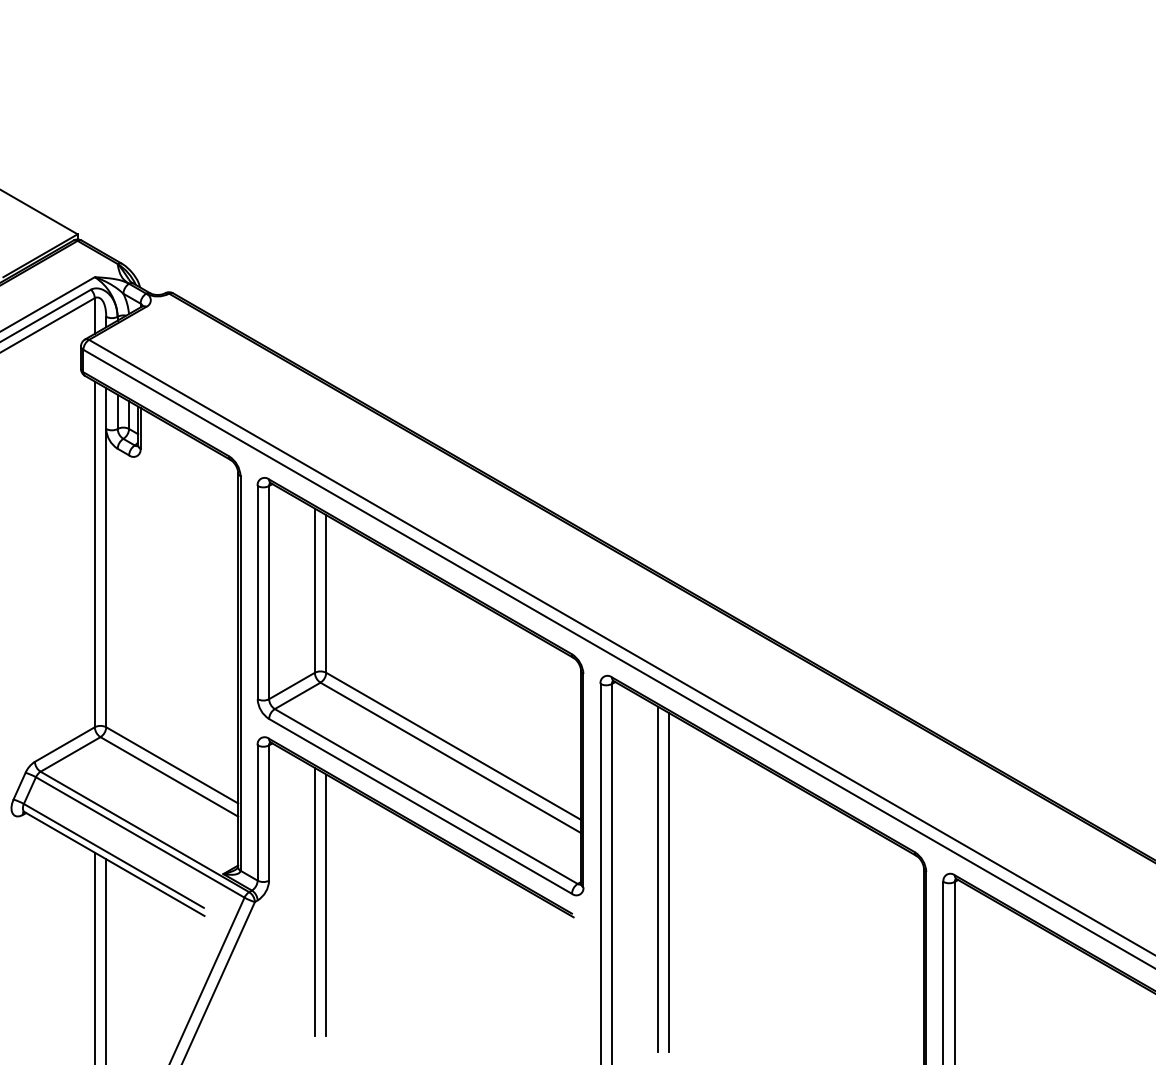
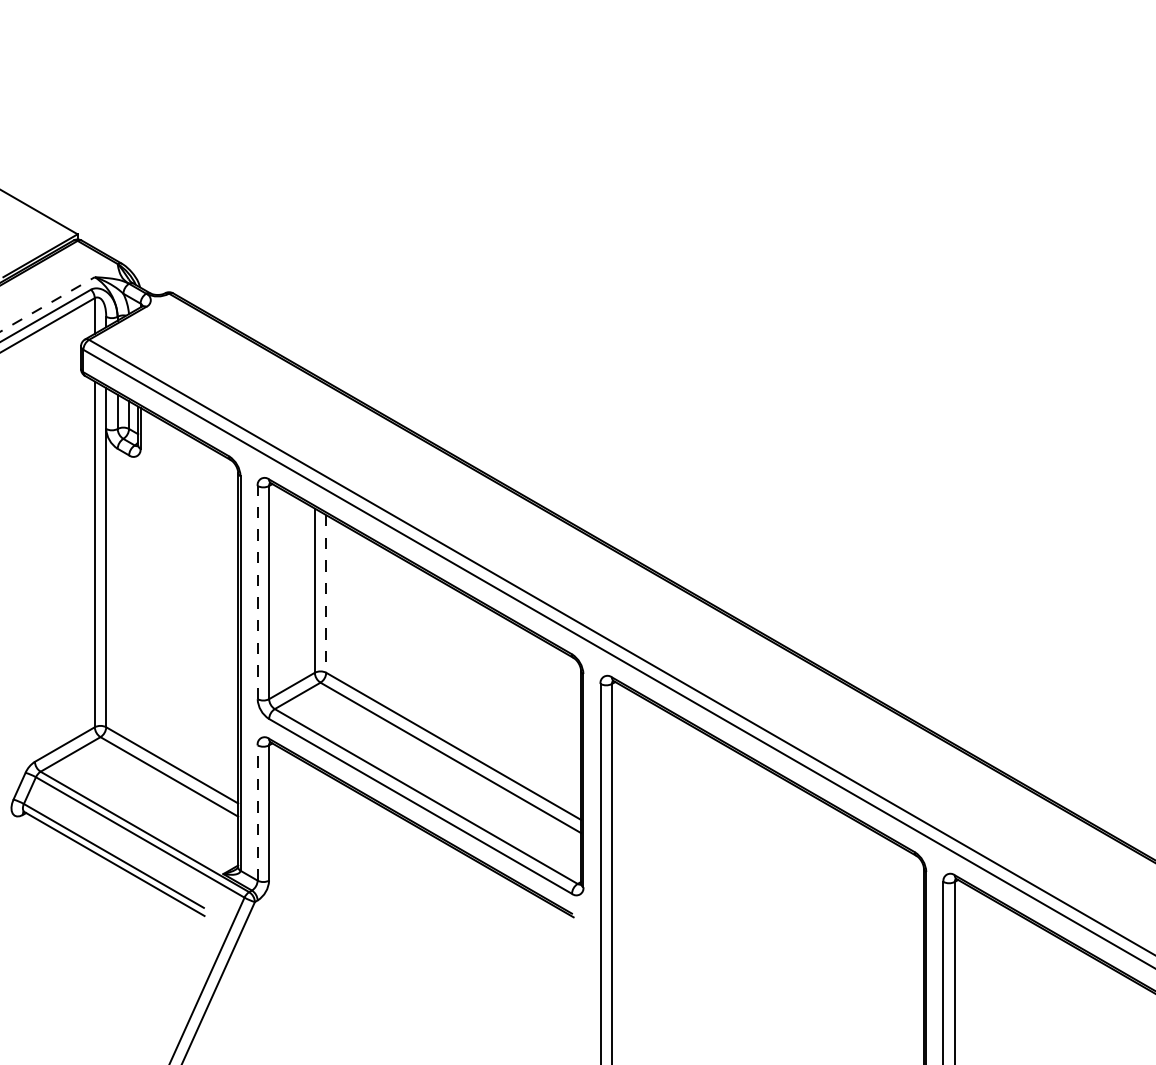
line at (48, 304): solid -> dashed
line at (257, 592): solid -> dashed
line at (326, 593): solid -> dashed
line at (257, 813): solid -> dashed
line at (657, 879): present -> none
line at (669, 882): present -> none
line at (314, 901): present -> none
line at (326, 904): present -> none
line at (94, 956): present -> none
line at (106, 960): present -> none
